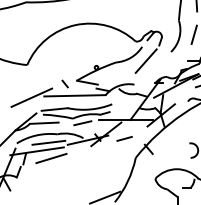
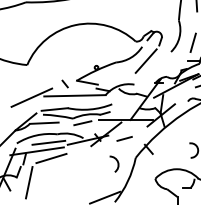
line at (193, 34) position: (193, 34) -> (192, 42)
arc at (116, 161): none -> present
line at (28, 182): none -> present
